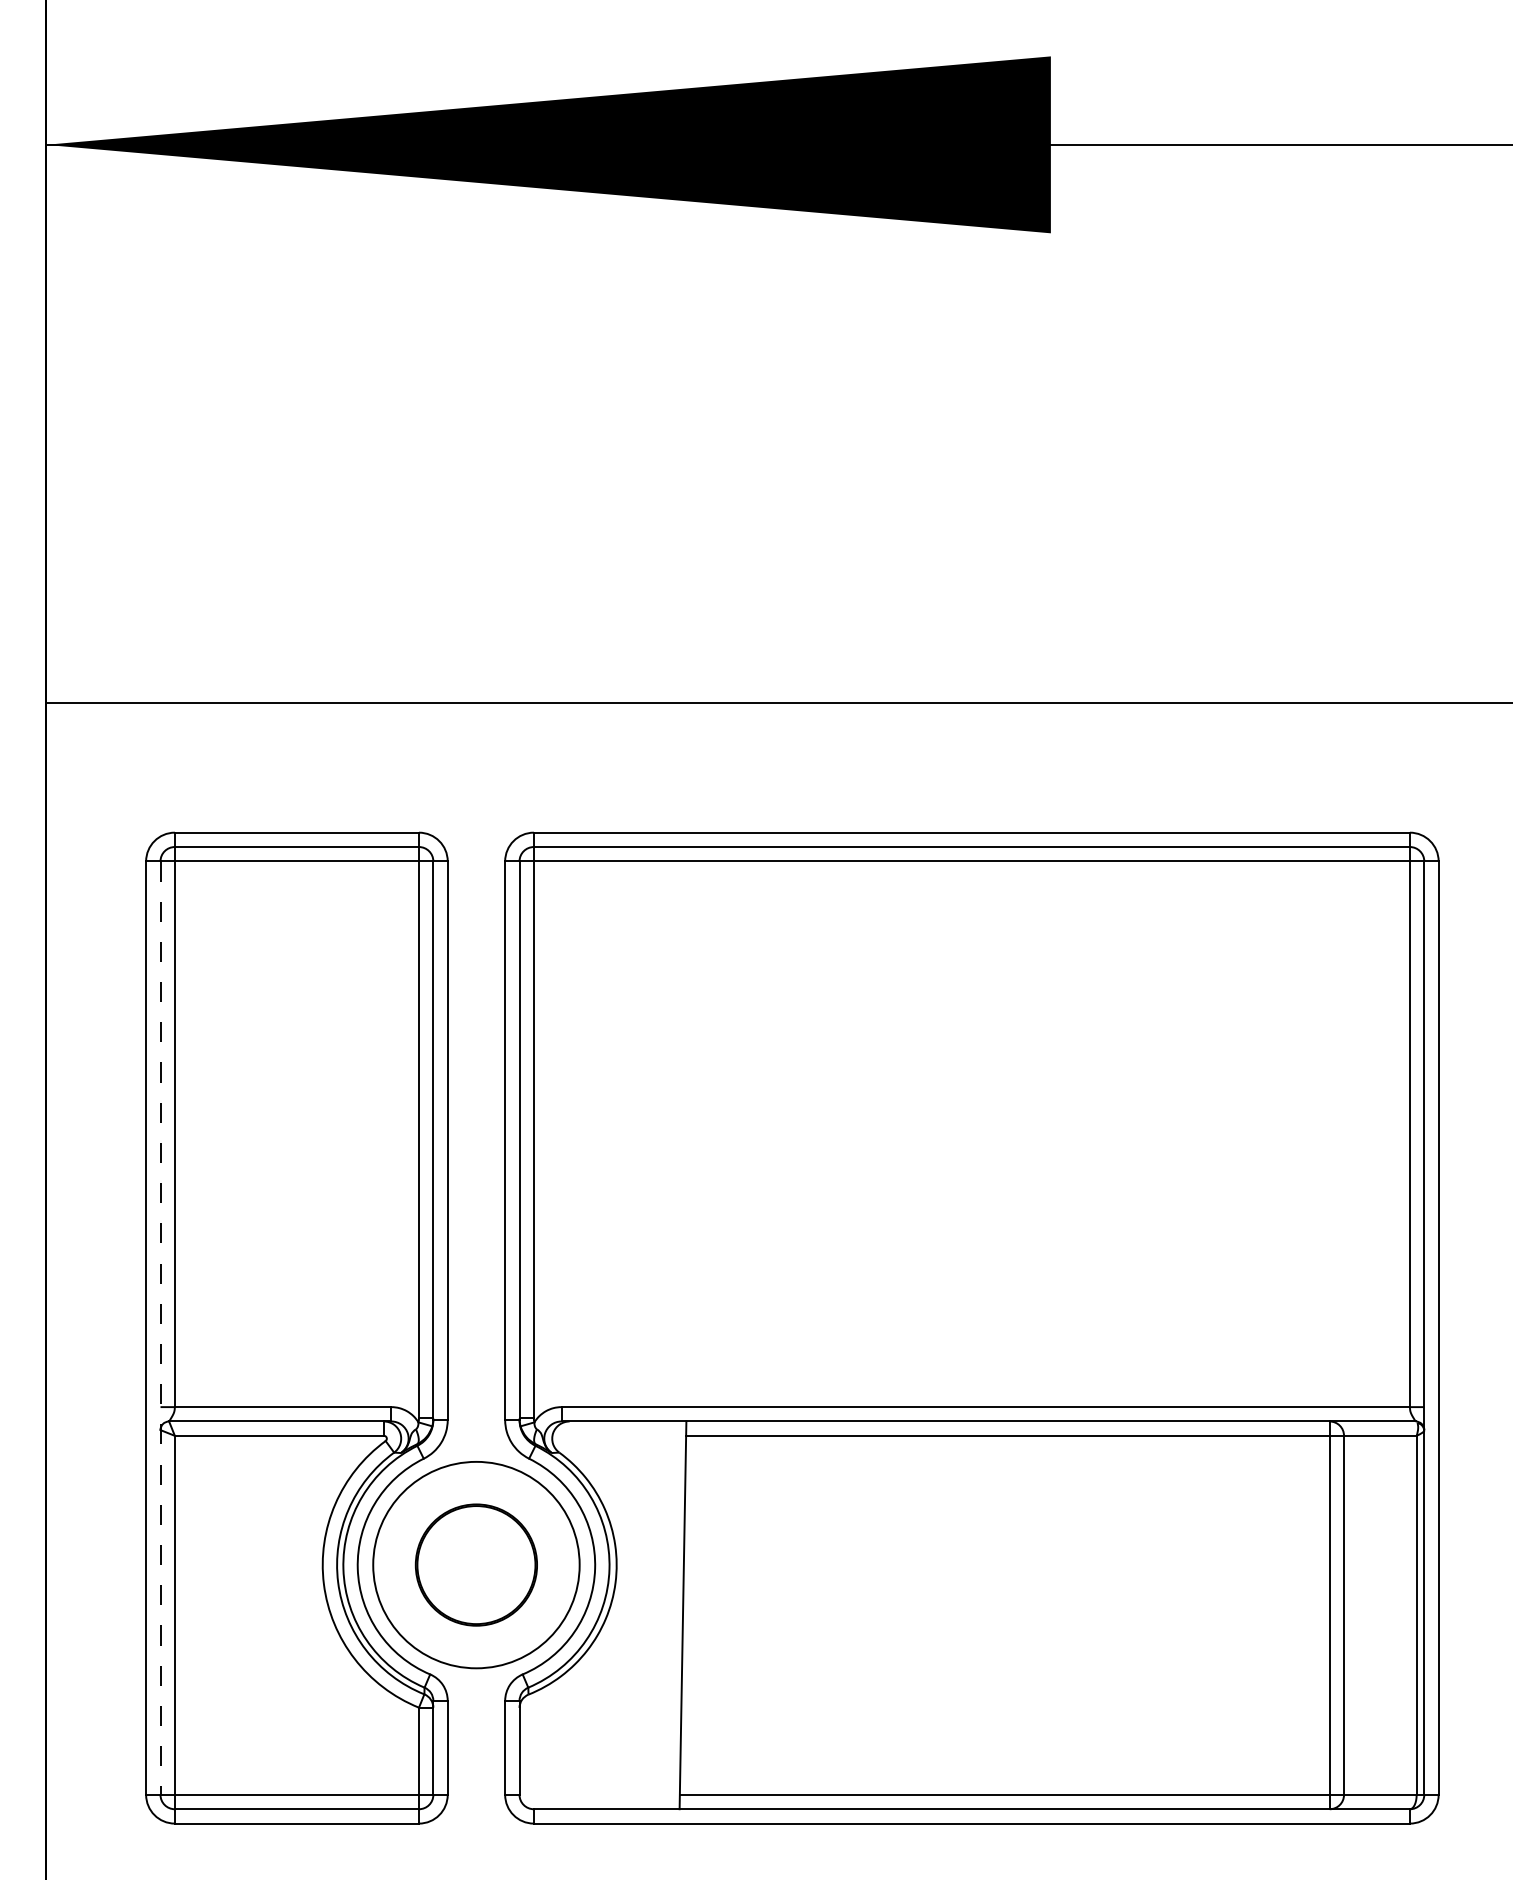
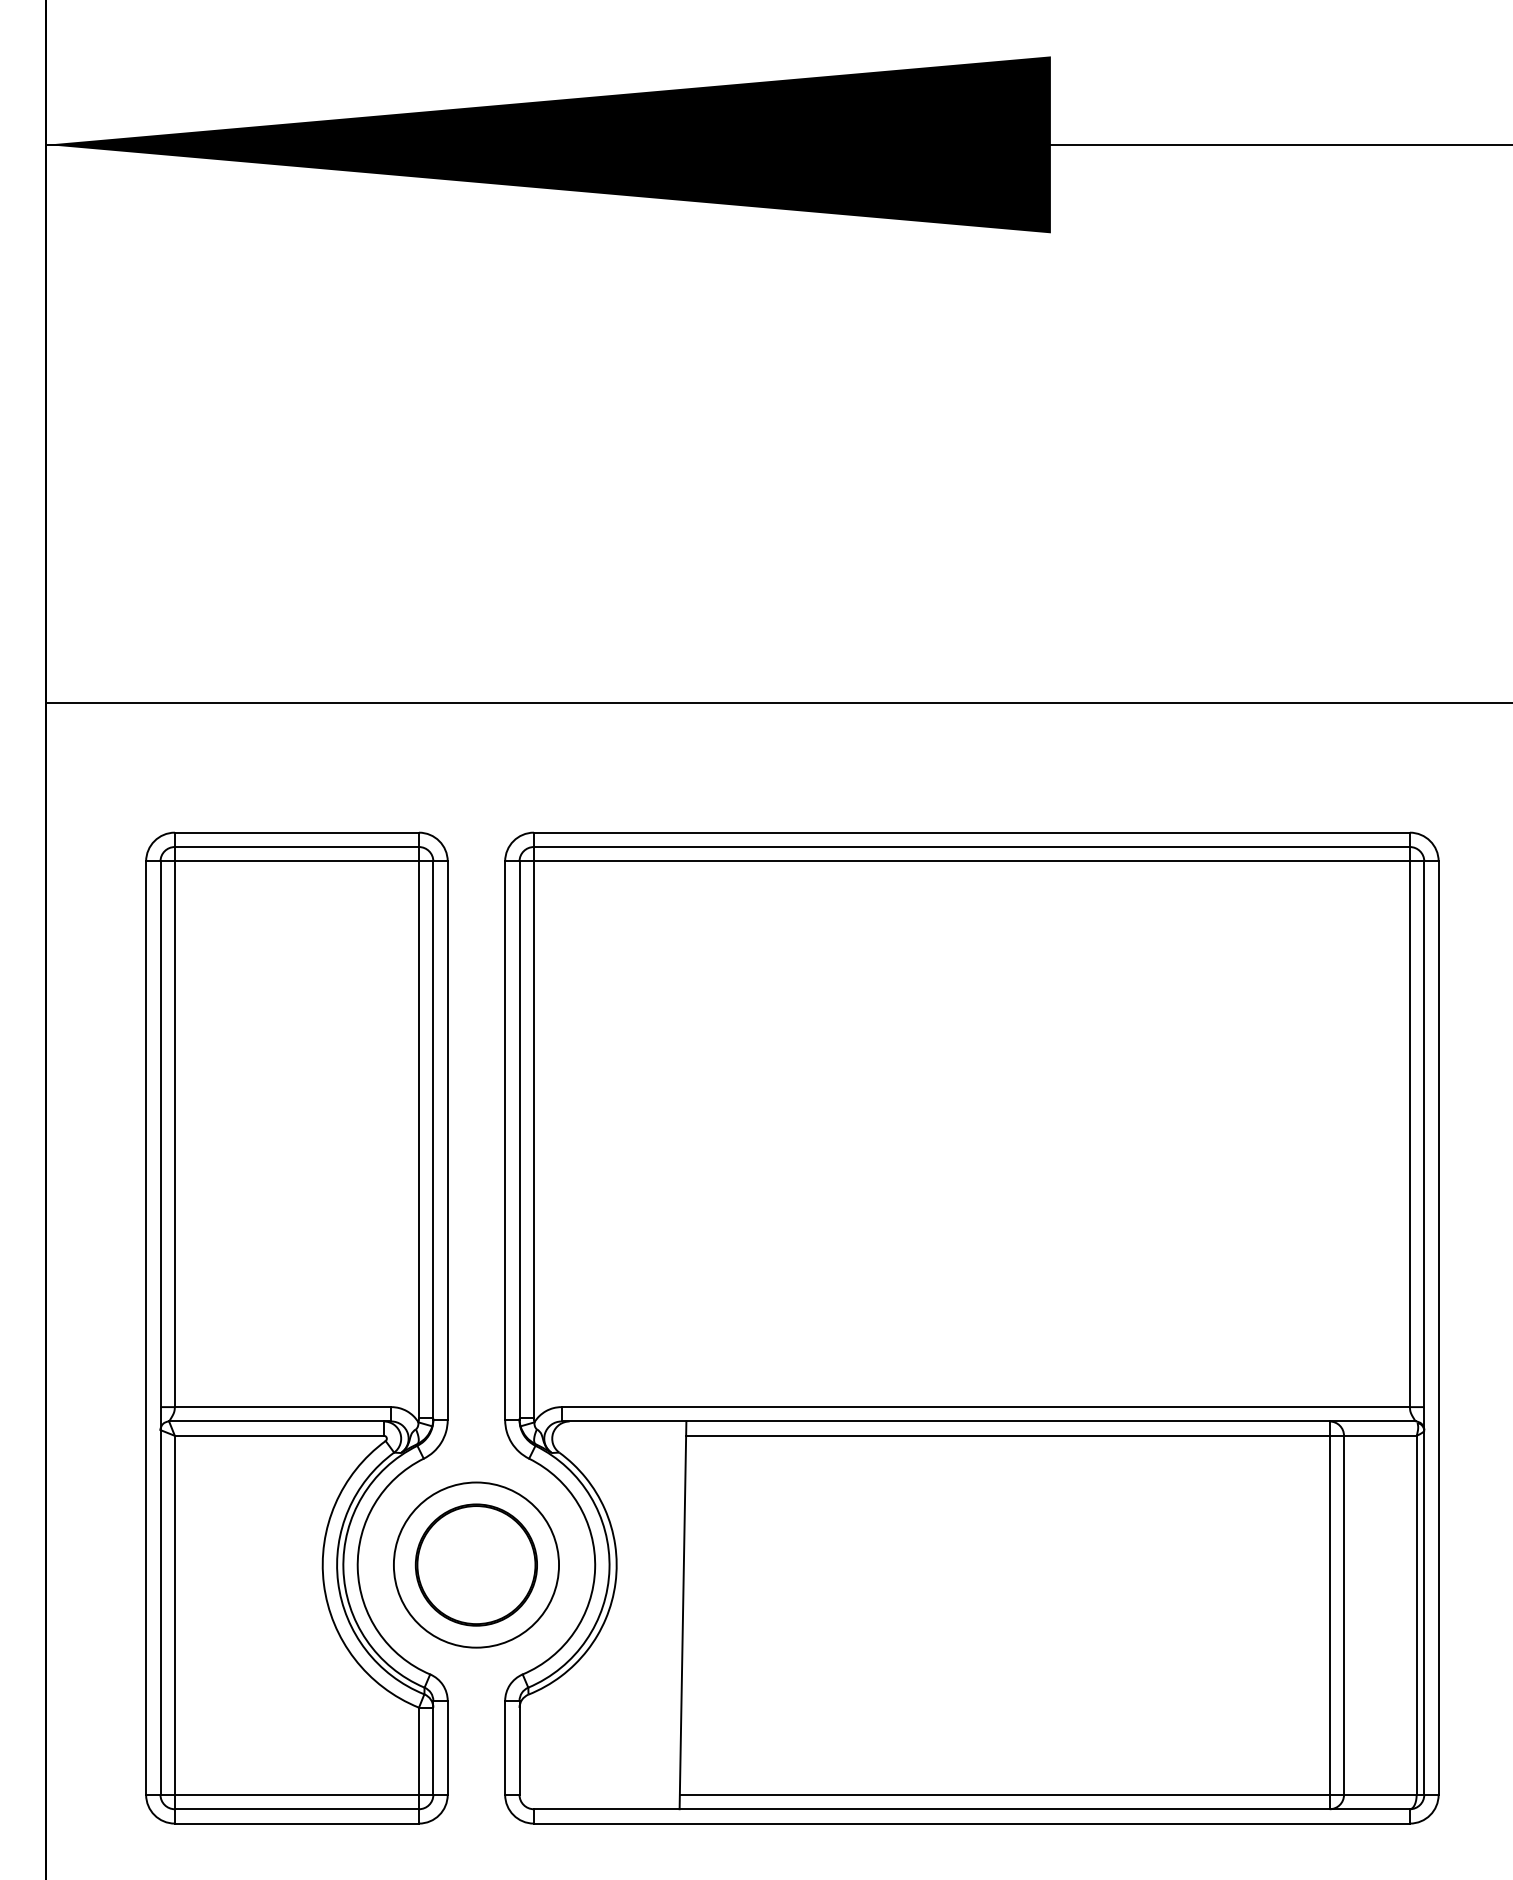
line at (160, 1328): dashed -> solid
circle at (476, 1564) diameter: 206 px -> 165 px
